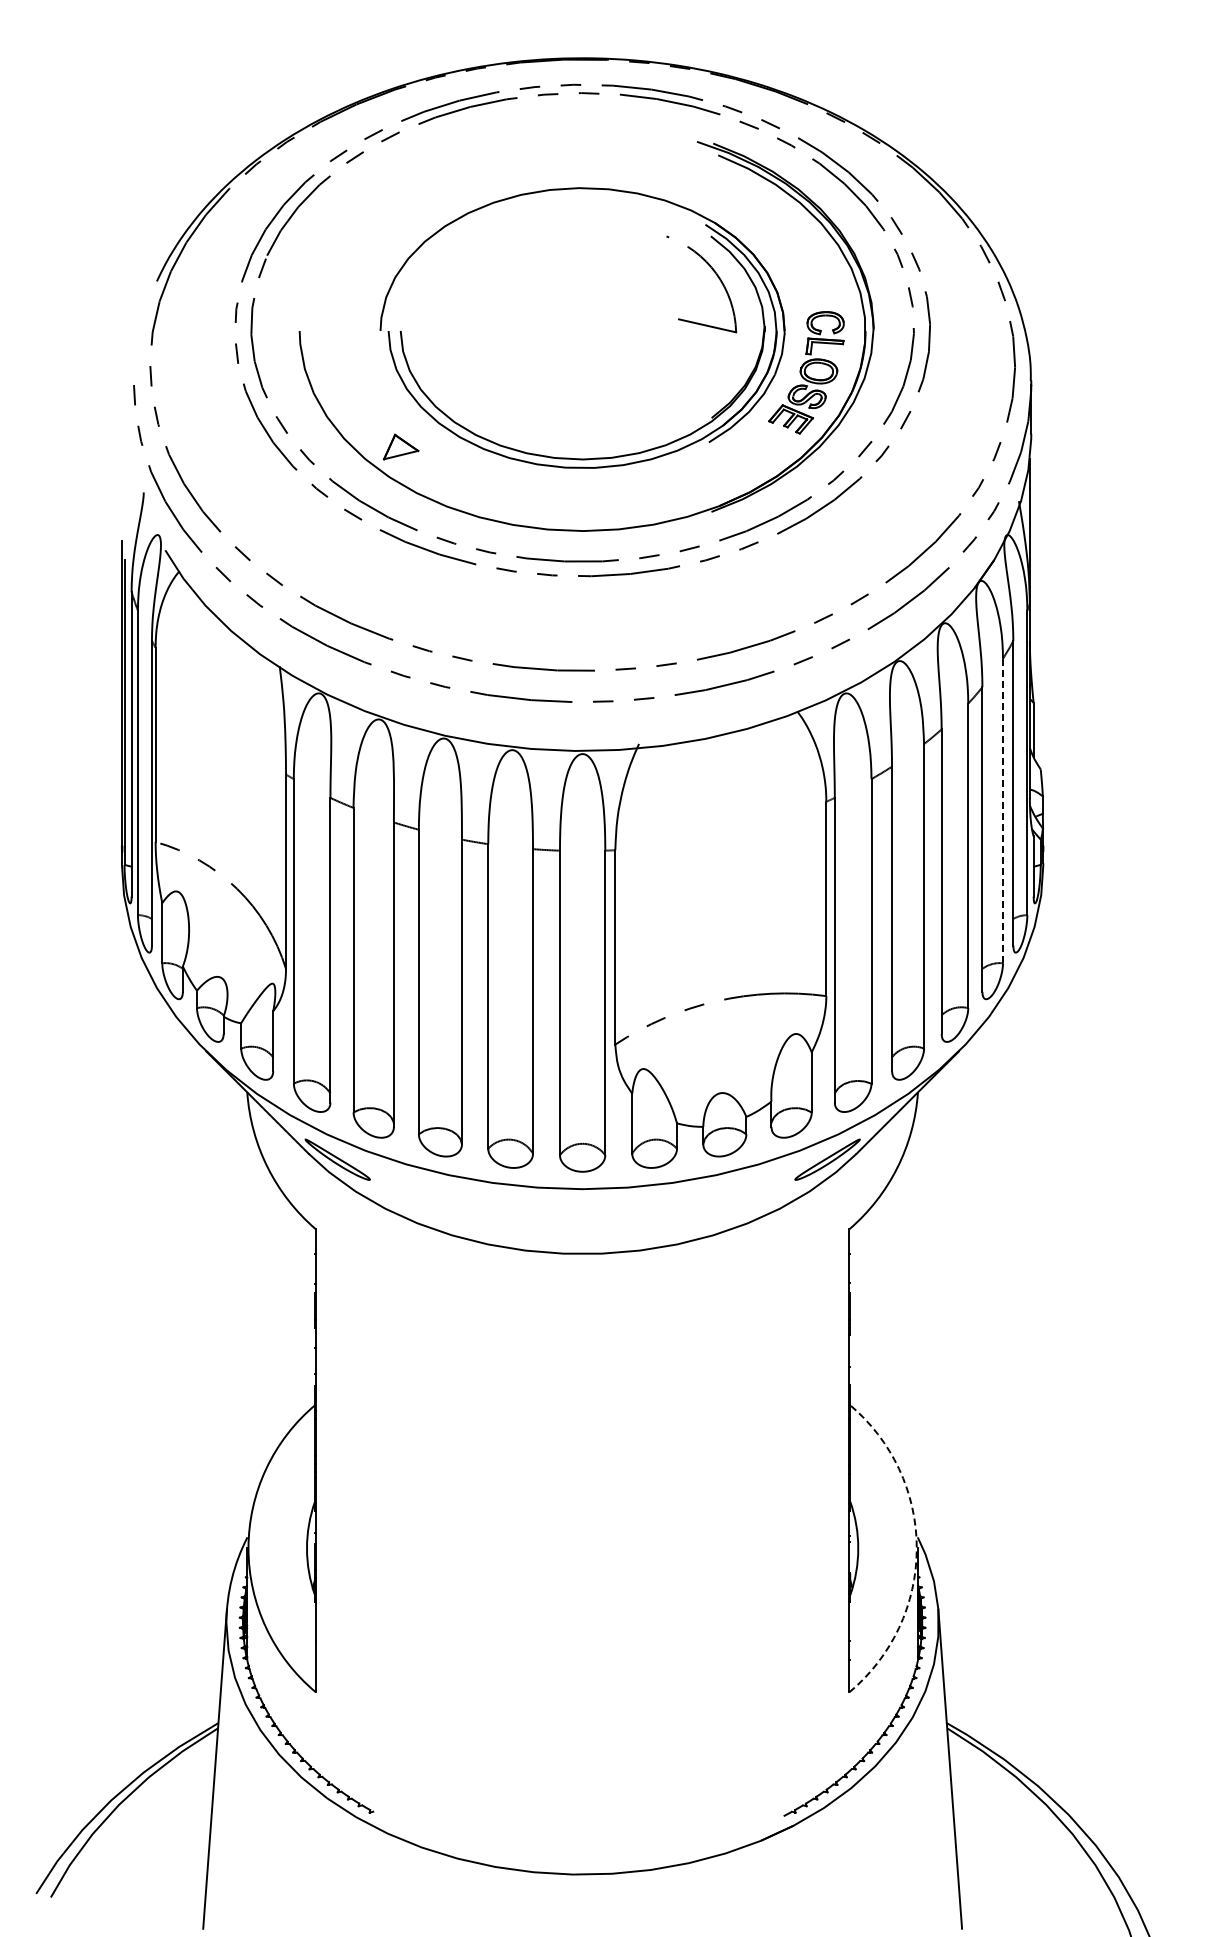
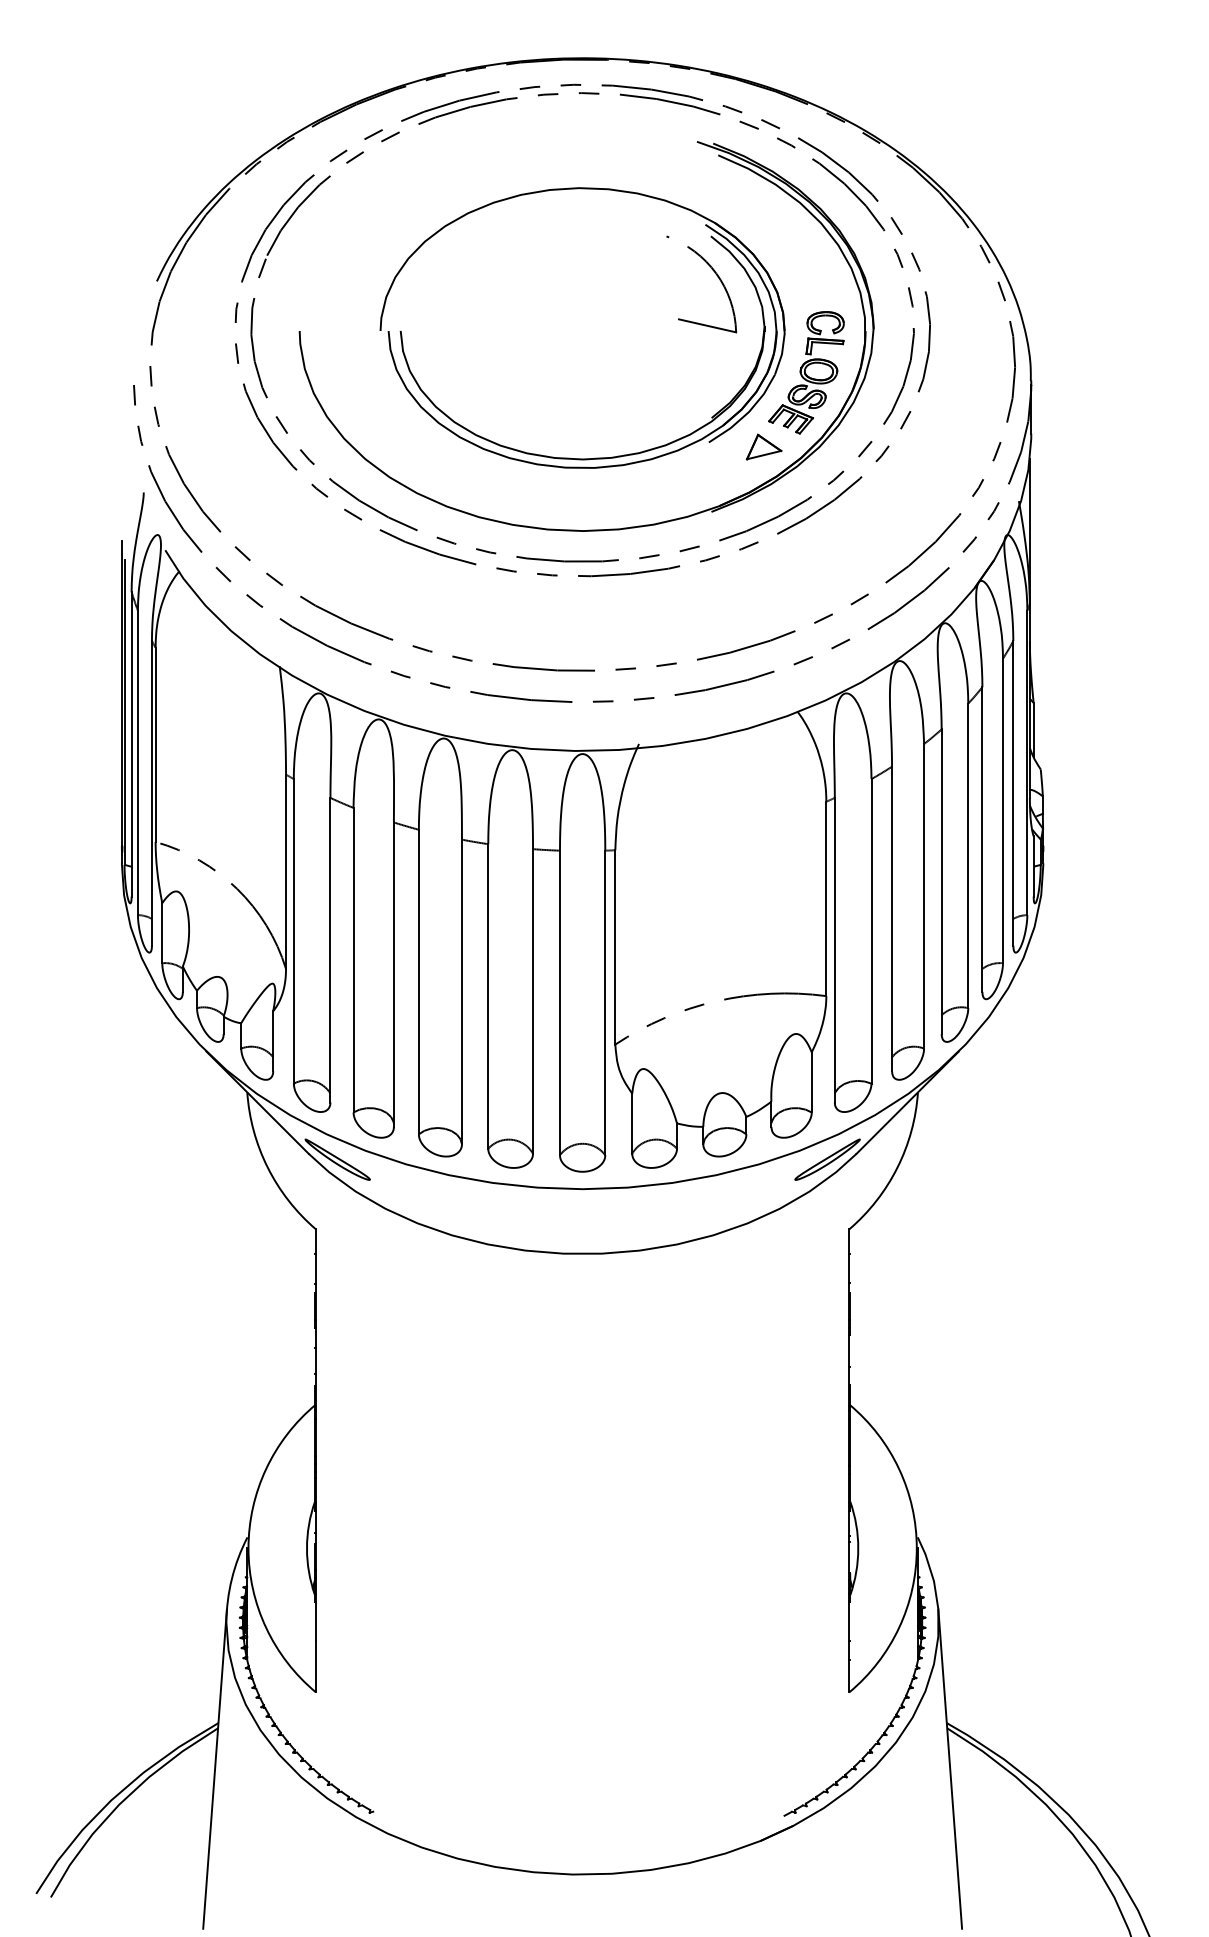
part at (401, 446) position: (401, 446) -> (764, 446)
line at (1003, 811): dashed -> solid
arc at (916, 1548): dashed -> solid
